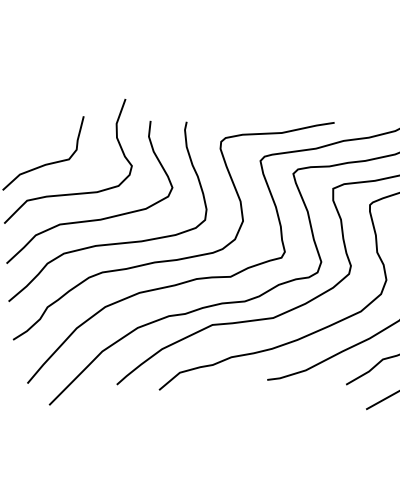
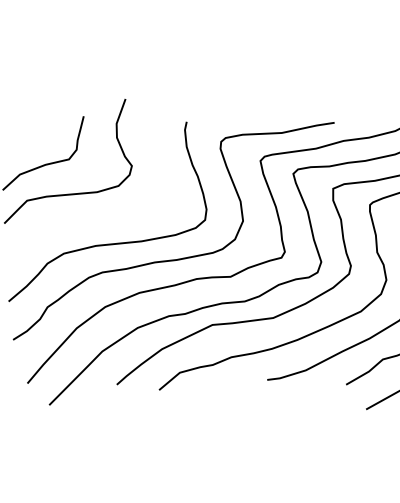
part at (91, 219): present -> none
